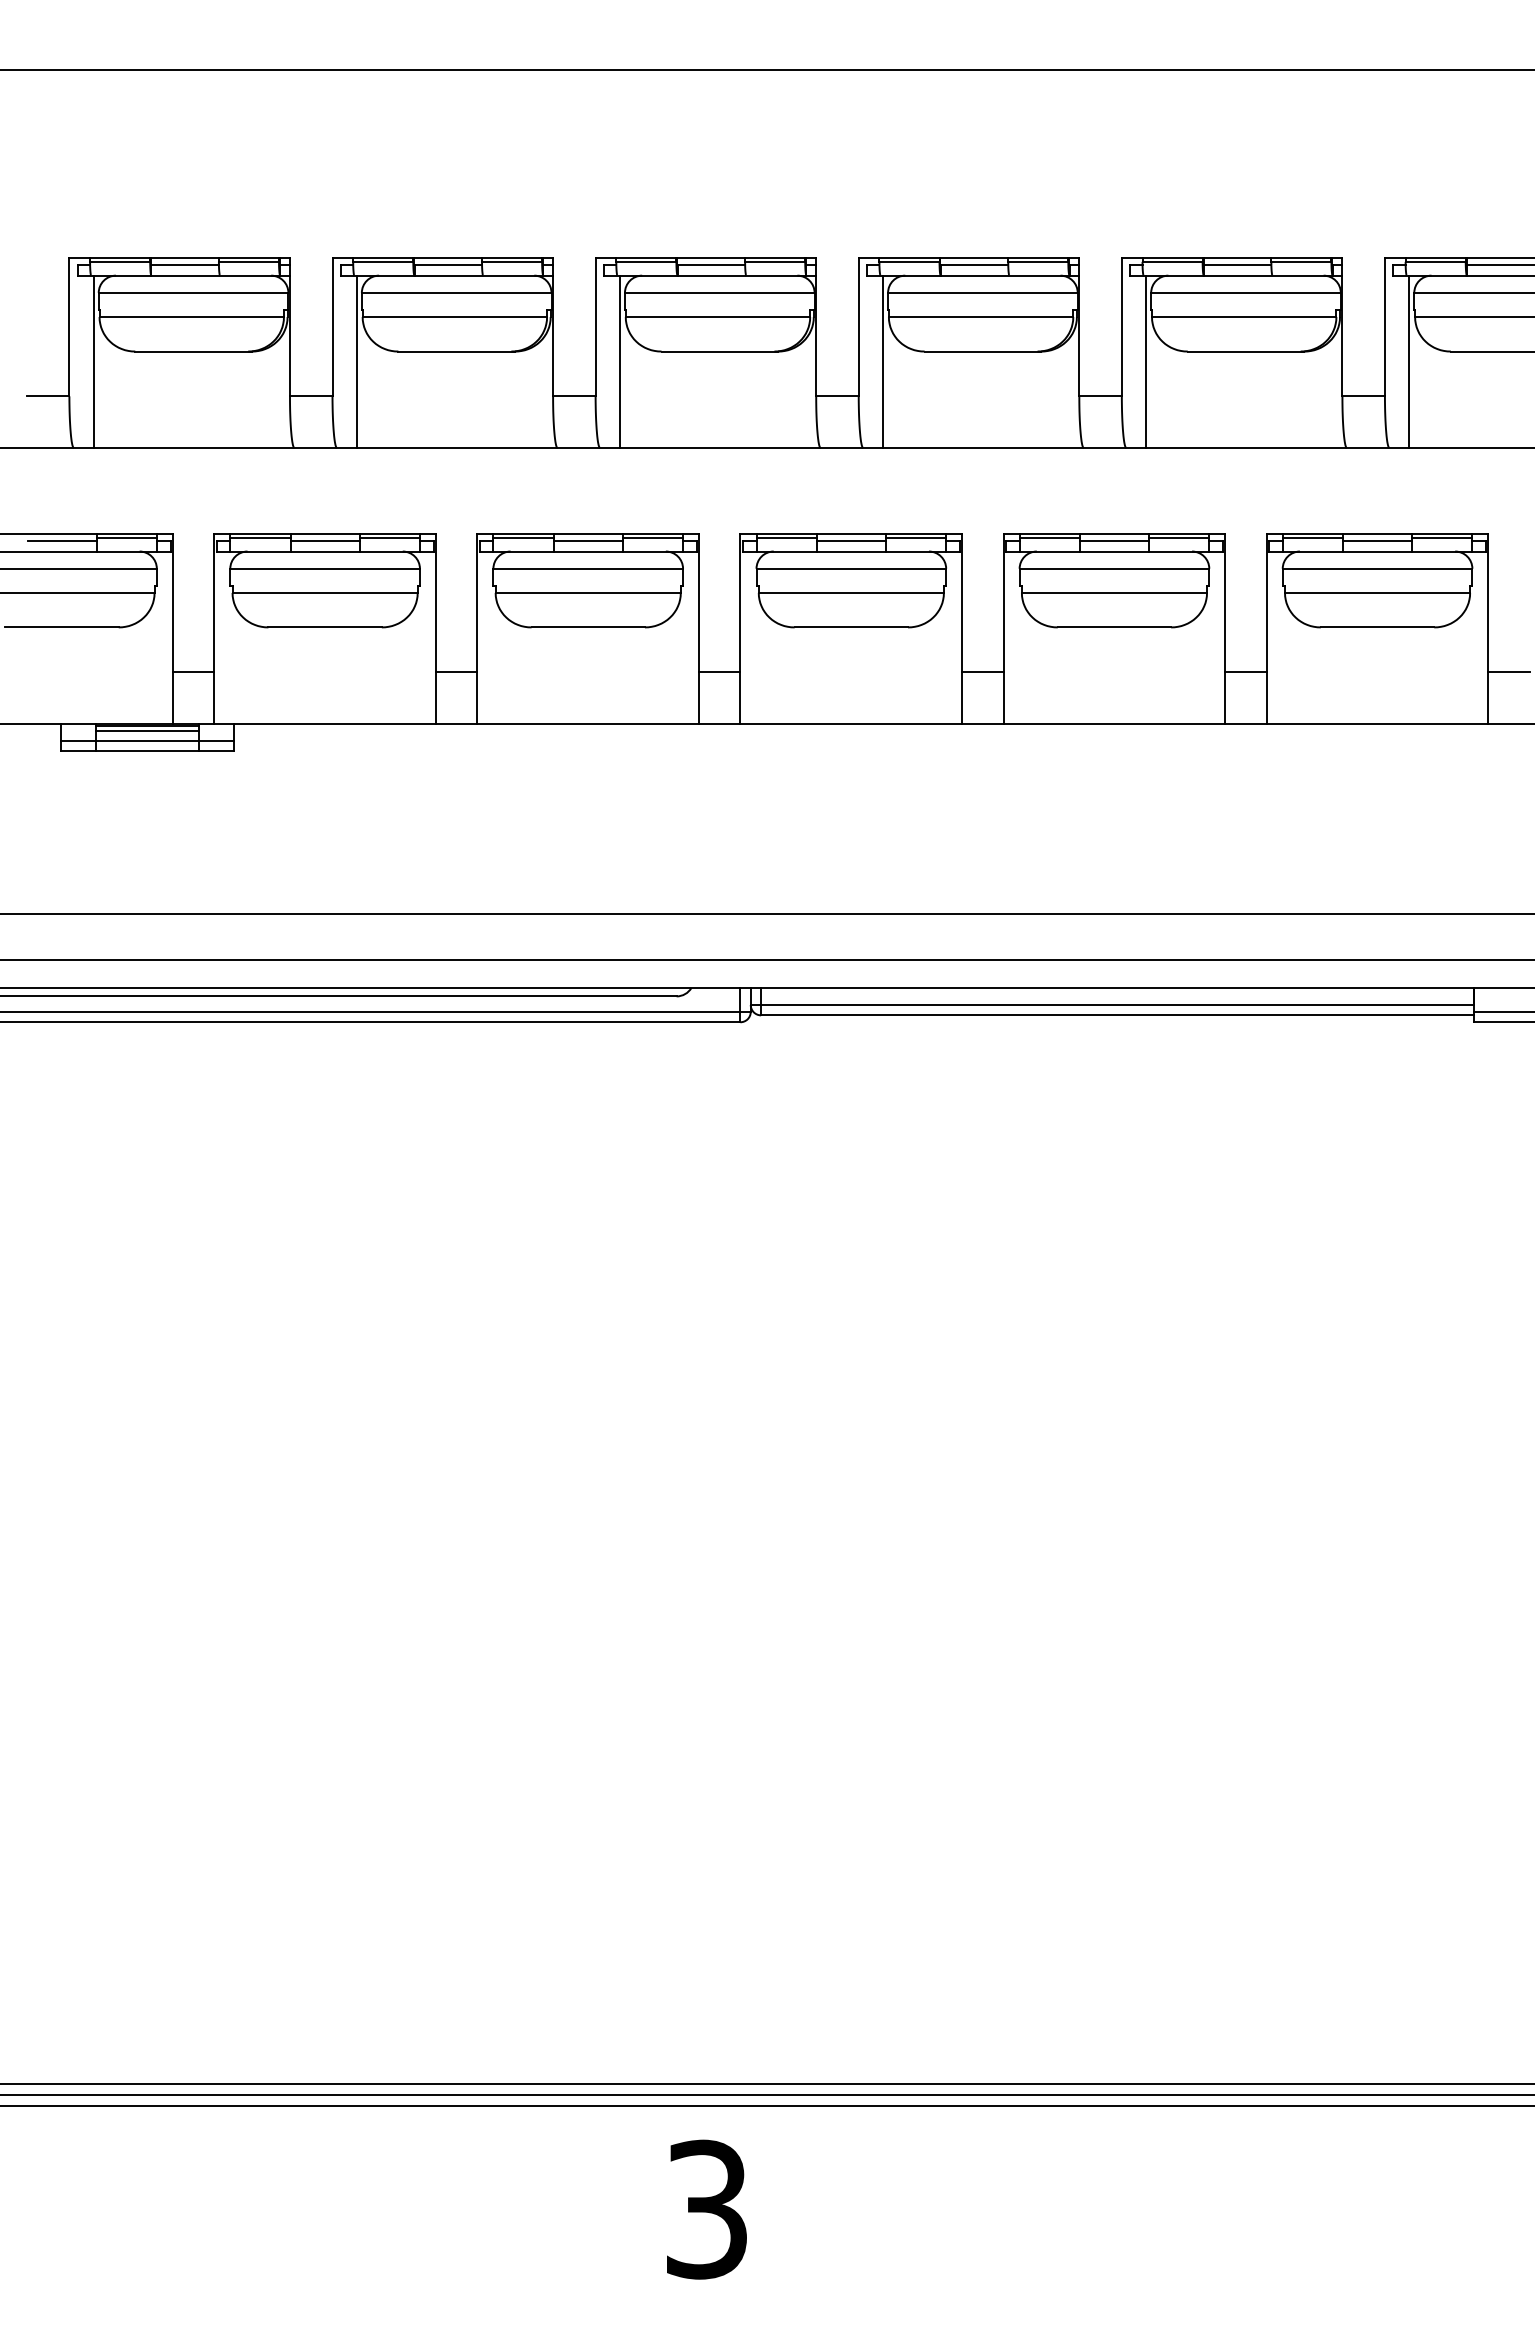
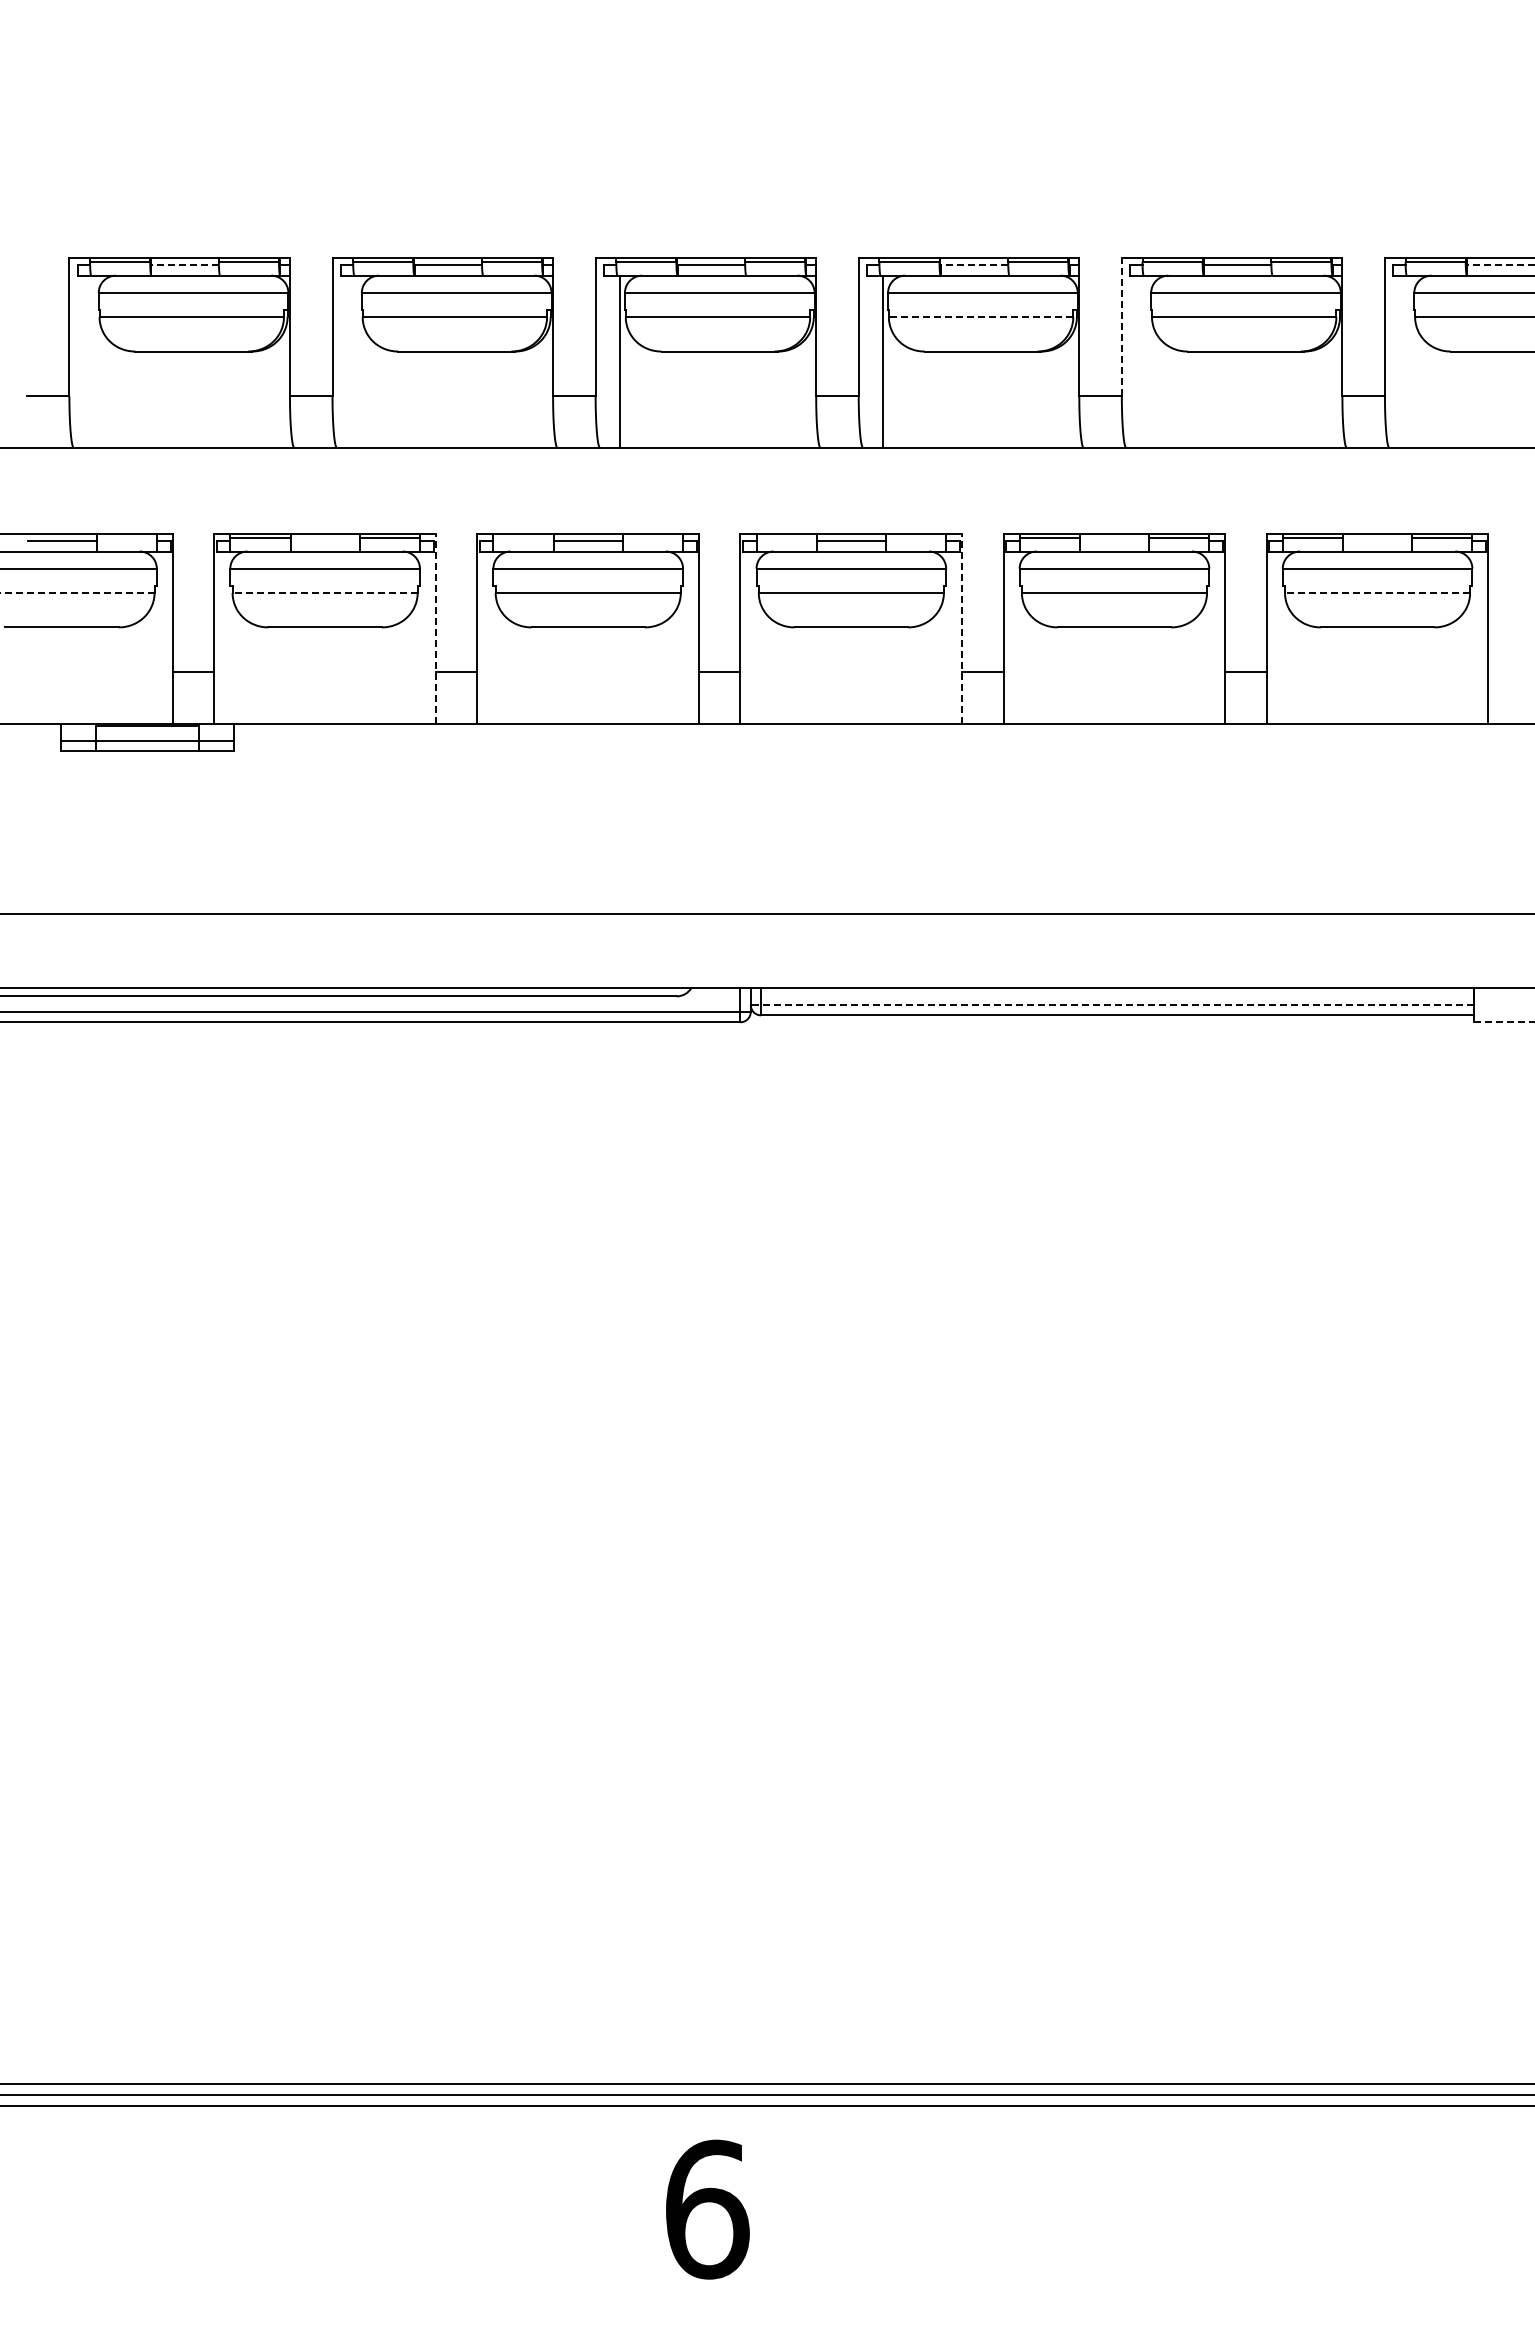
line at (766, 70): present -> none
line at (185, 265): solid -> dashed
line at (974, 265): solid -> dashed
line at (1500, 265): solid -> dashed
line at (980, 317): solid -> dashed
line at (1121, 327): solid -> dashed
line at (93, 361): present -> none
line at (356, 361): present -> none
line at (1146, 361): present -> none
line at (1409, 361): present -> none
line at (126, 537): present -> none
line at (523, 537): present -> none
line at (652, 537): present -> none
line at (786, 537): present -> none
line at (915, 537): present -> none
line at (324, 541): present -> none
line at (1113, 541): present -> none
line at (1377, 541): present -> none
line at (76, 592): solid -> dashed
line at (325, 592): solid -> dashed
line at (1377, 592): solid -> dashed
line at (436, 629): solid -> dashed
line at (962, 629): solid -> dashed
line at (1508, 672): present -> none
line at (147, 731): present -> none
line at (766, 960): present -> none
line at (1112, 1005): solid -> dashed
line at (1502, 1011): present -> none
line at (1504, 1022): solid -> dashed
text at (707, 2209): 3 -> 6
